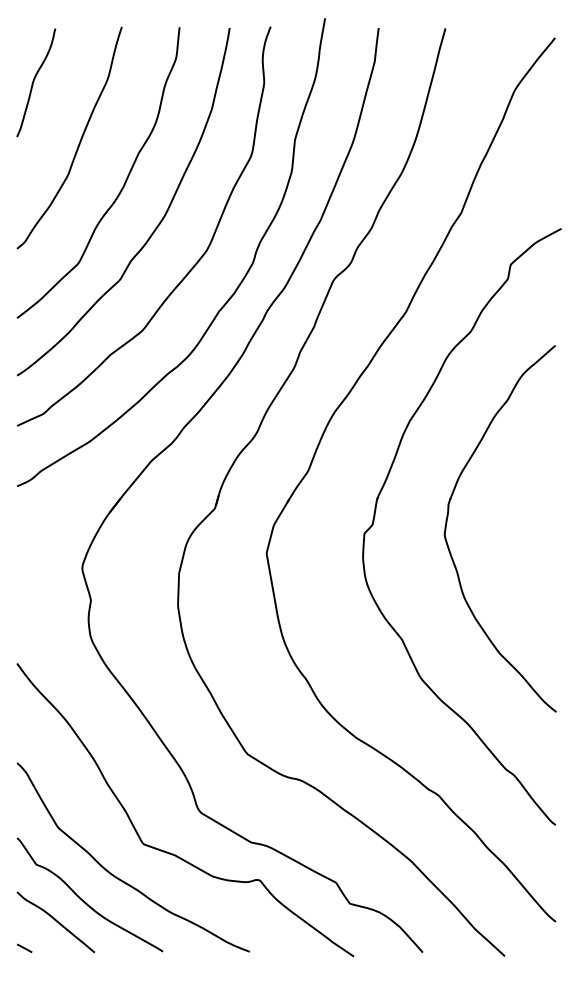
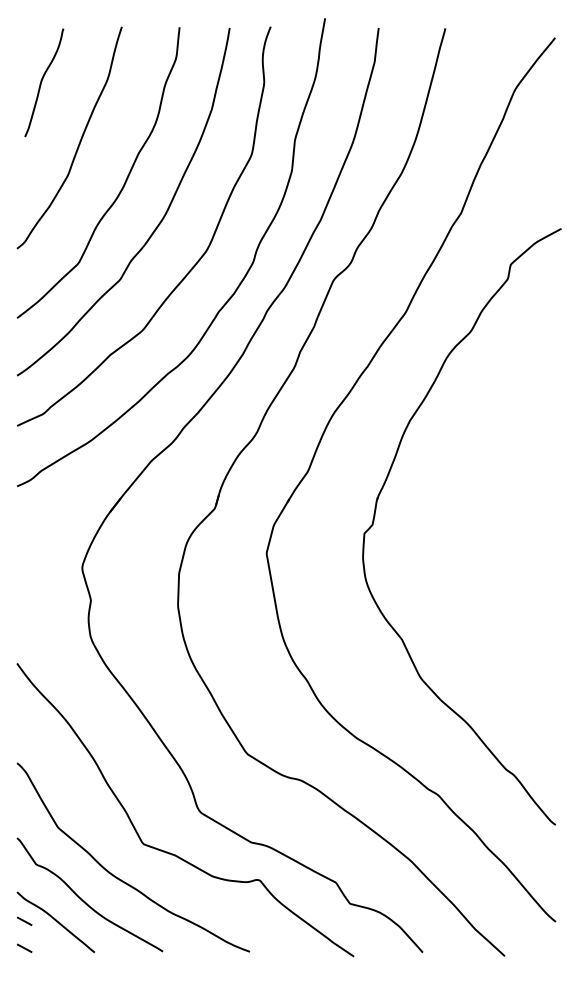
curve at (34, 81) position: (34, 81) -> (42, 81)
part at (448, 517): present -> none
line at (24, 920): none -> present
